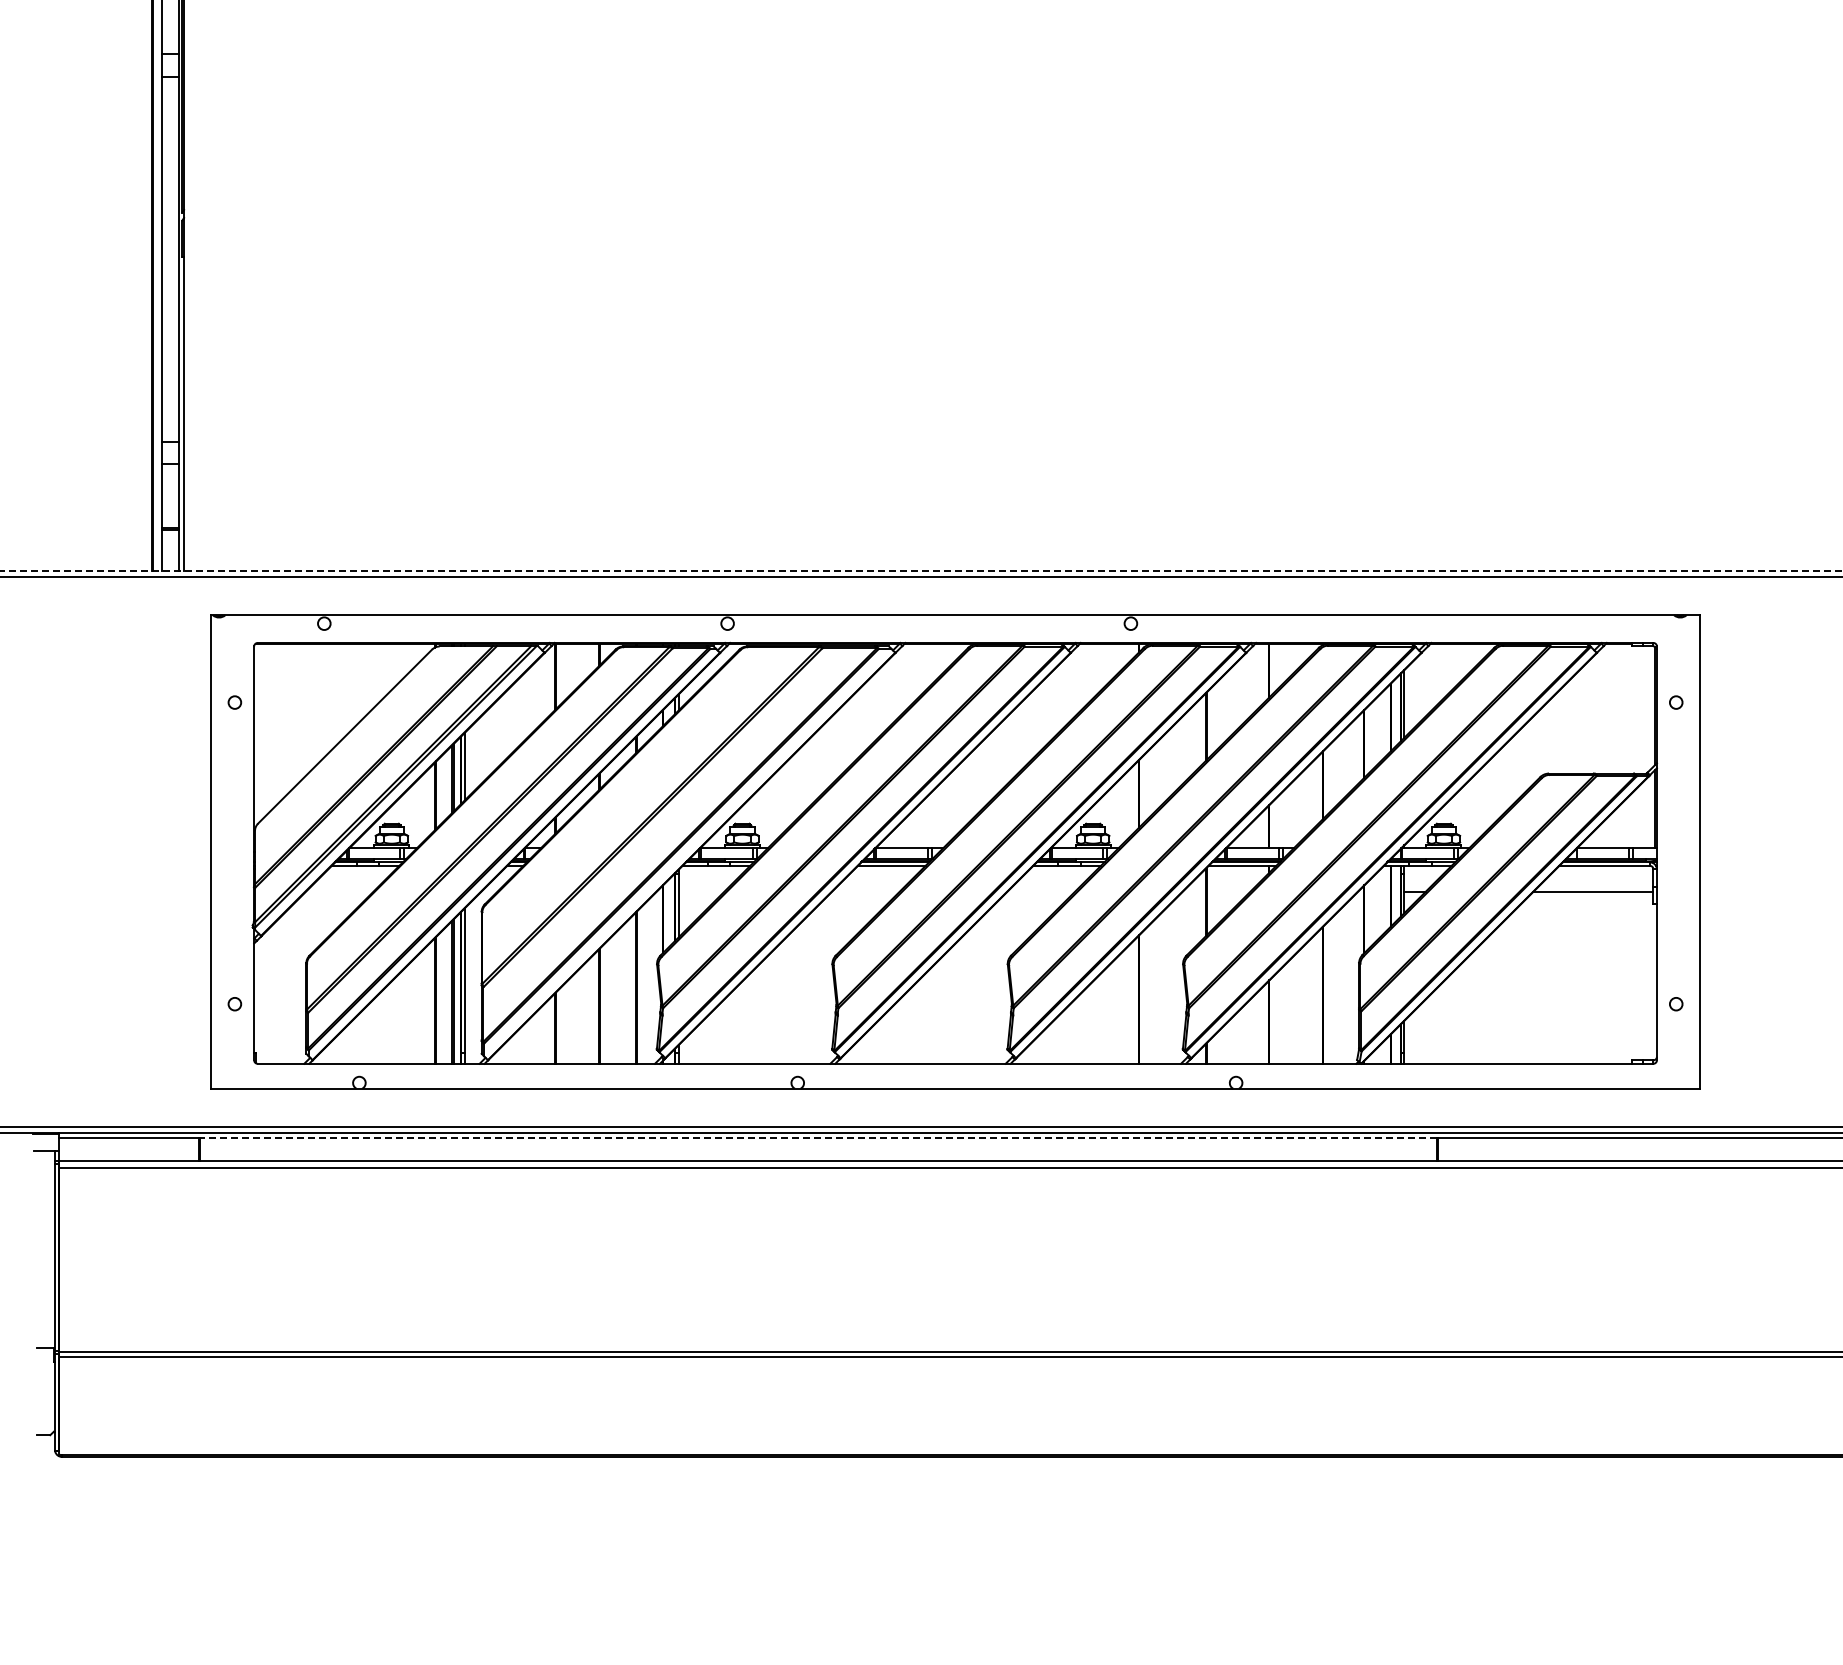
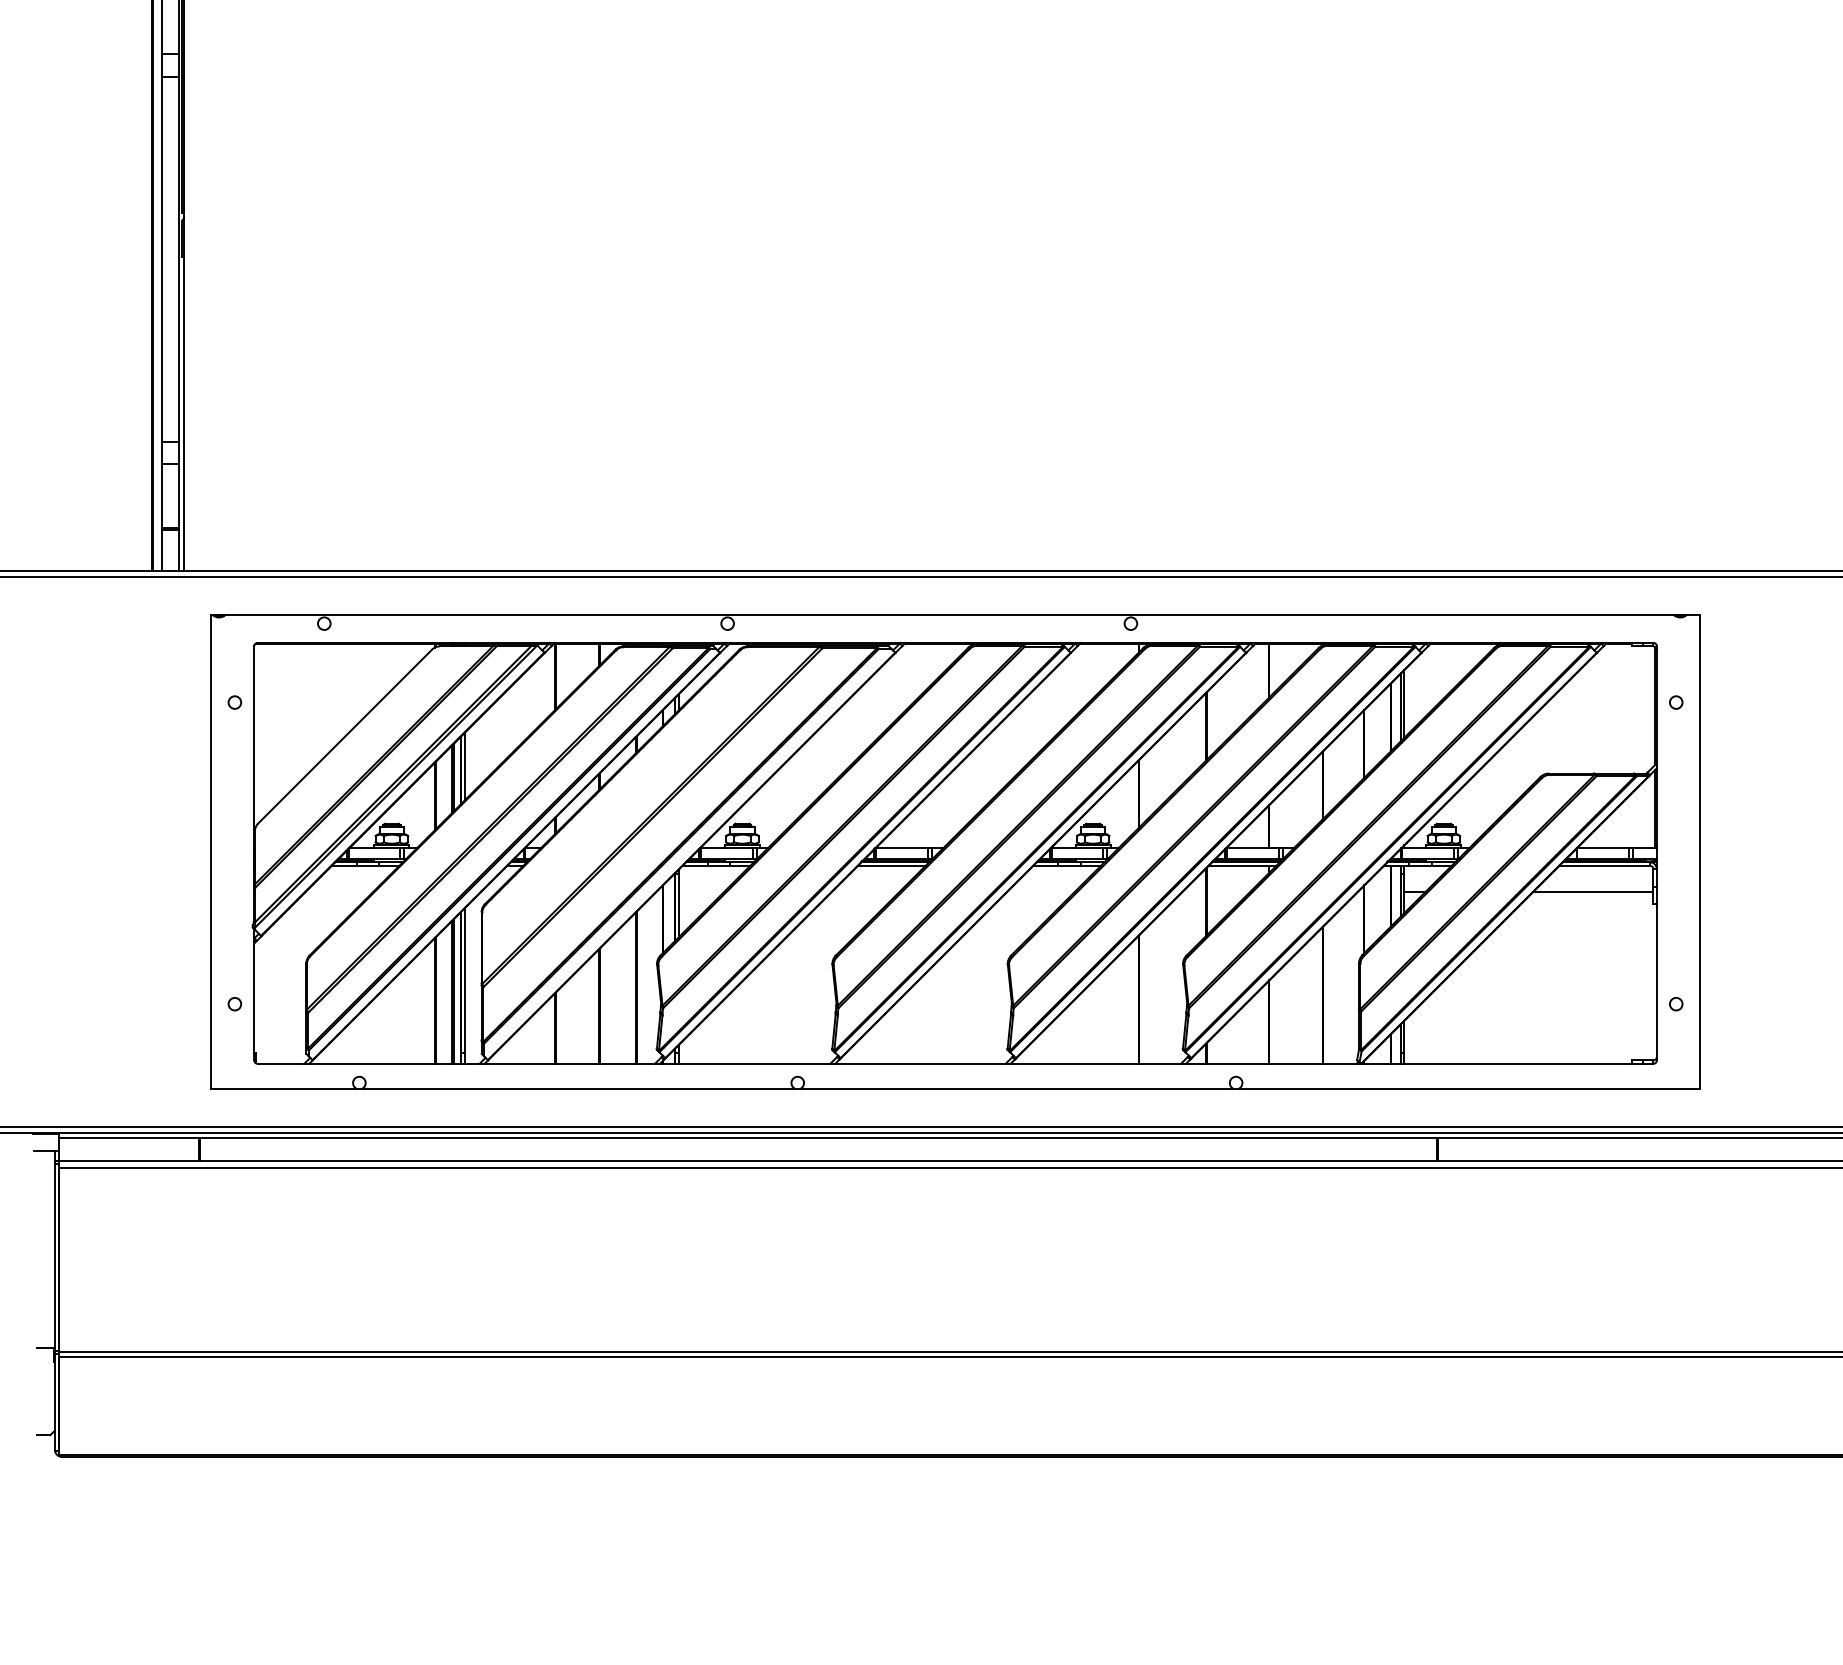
line at (922, 571): dashed -> solid
line at (818, 1137): dashed -> solid
